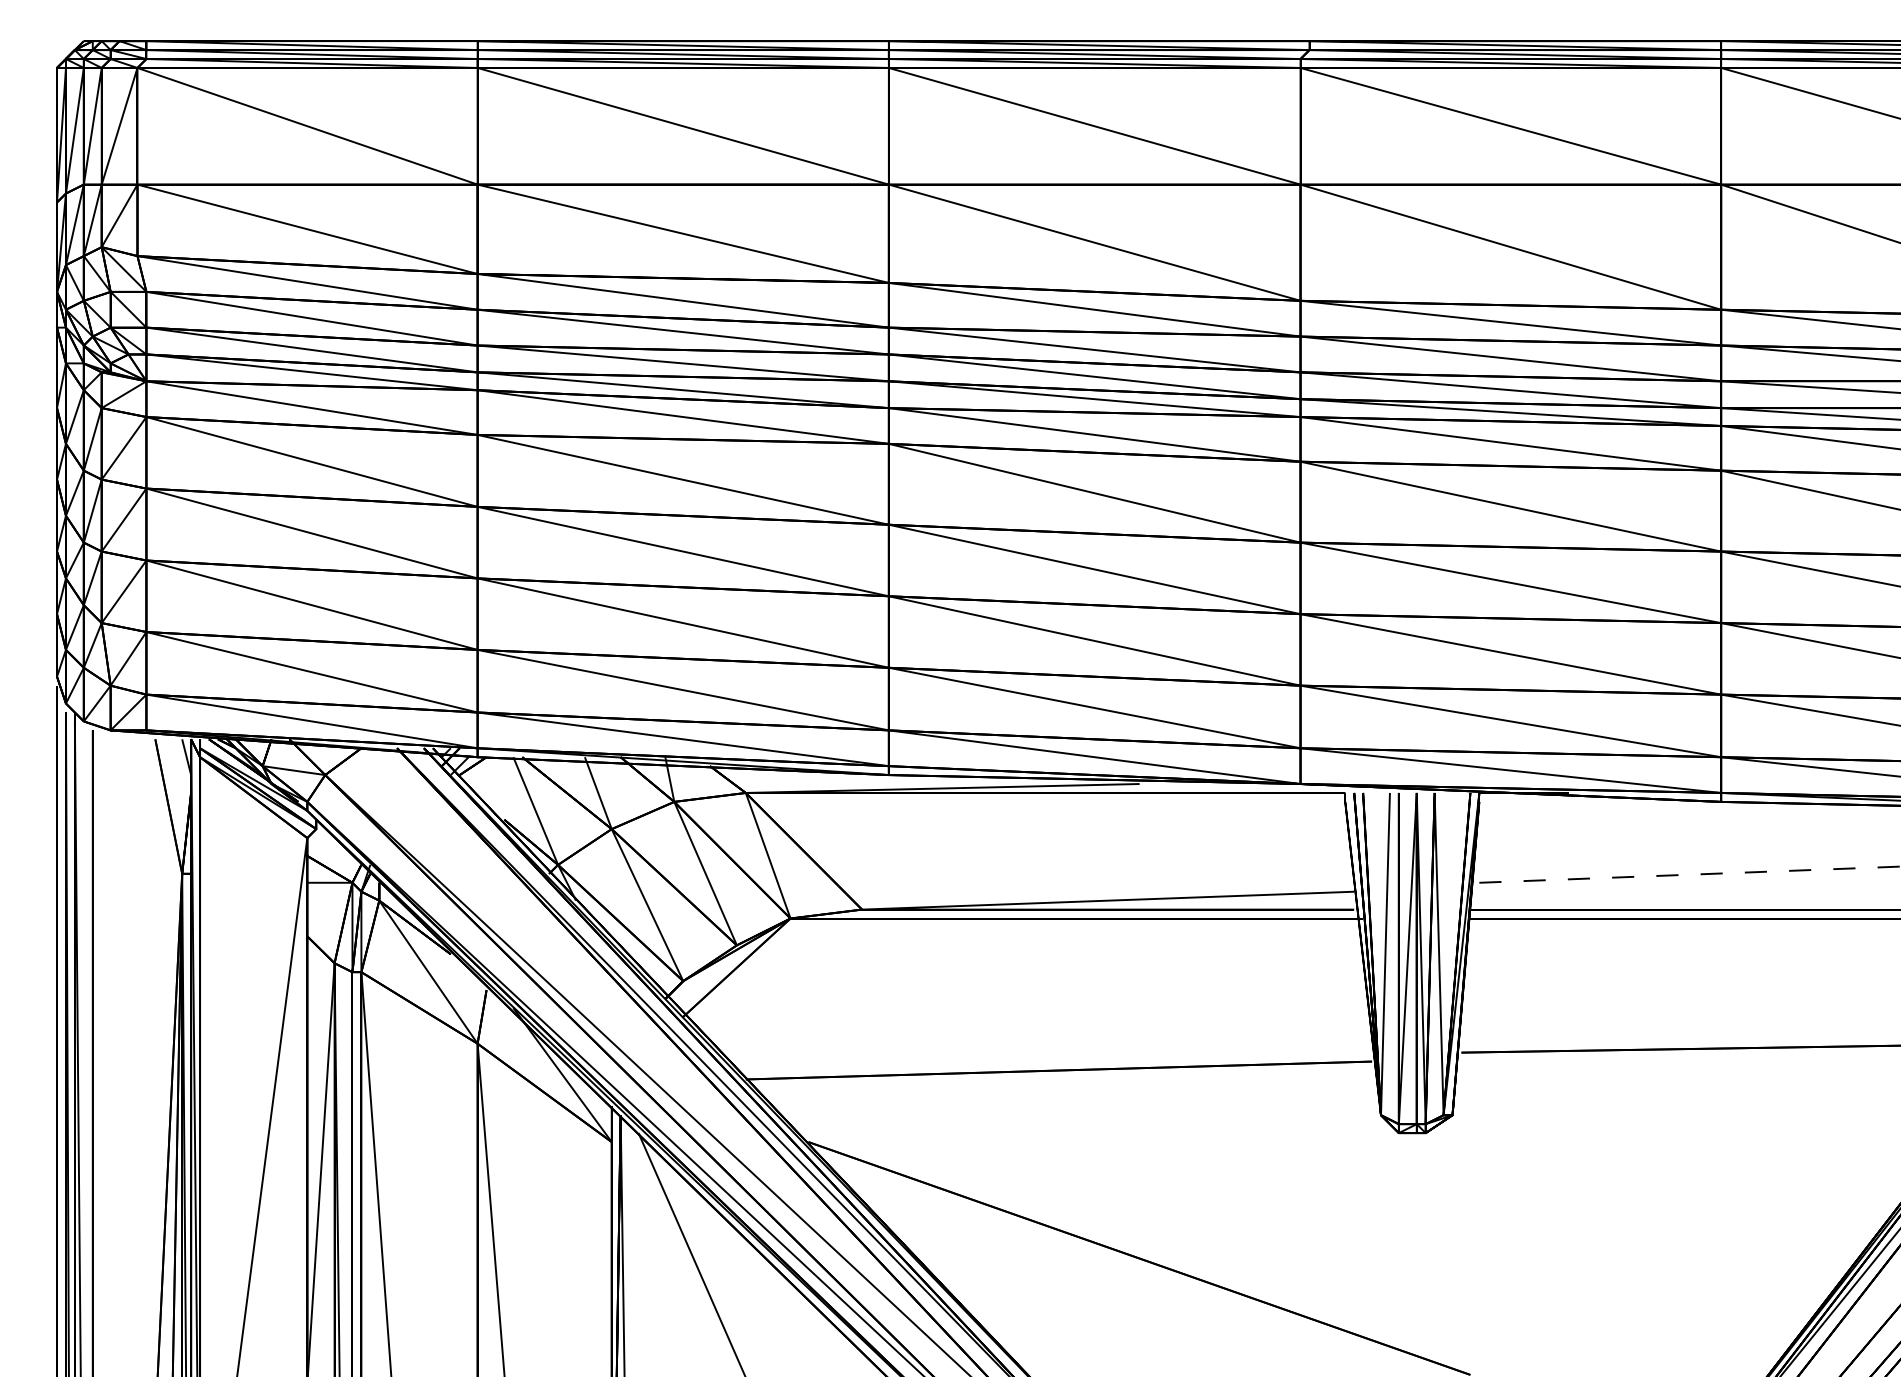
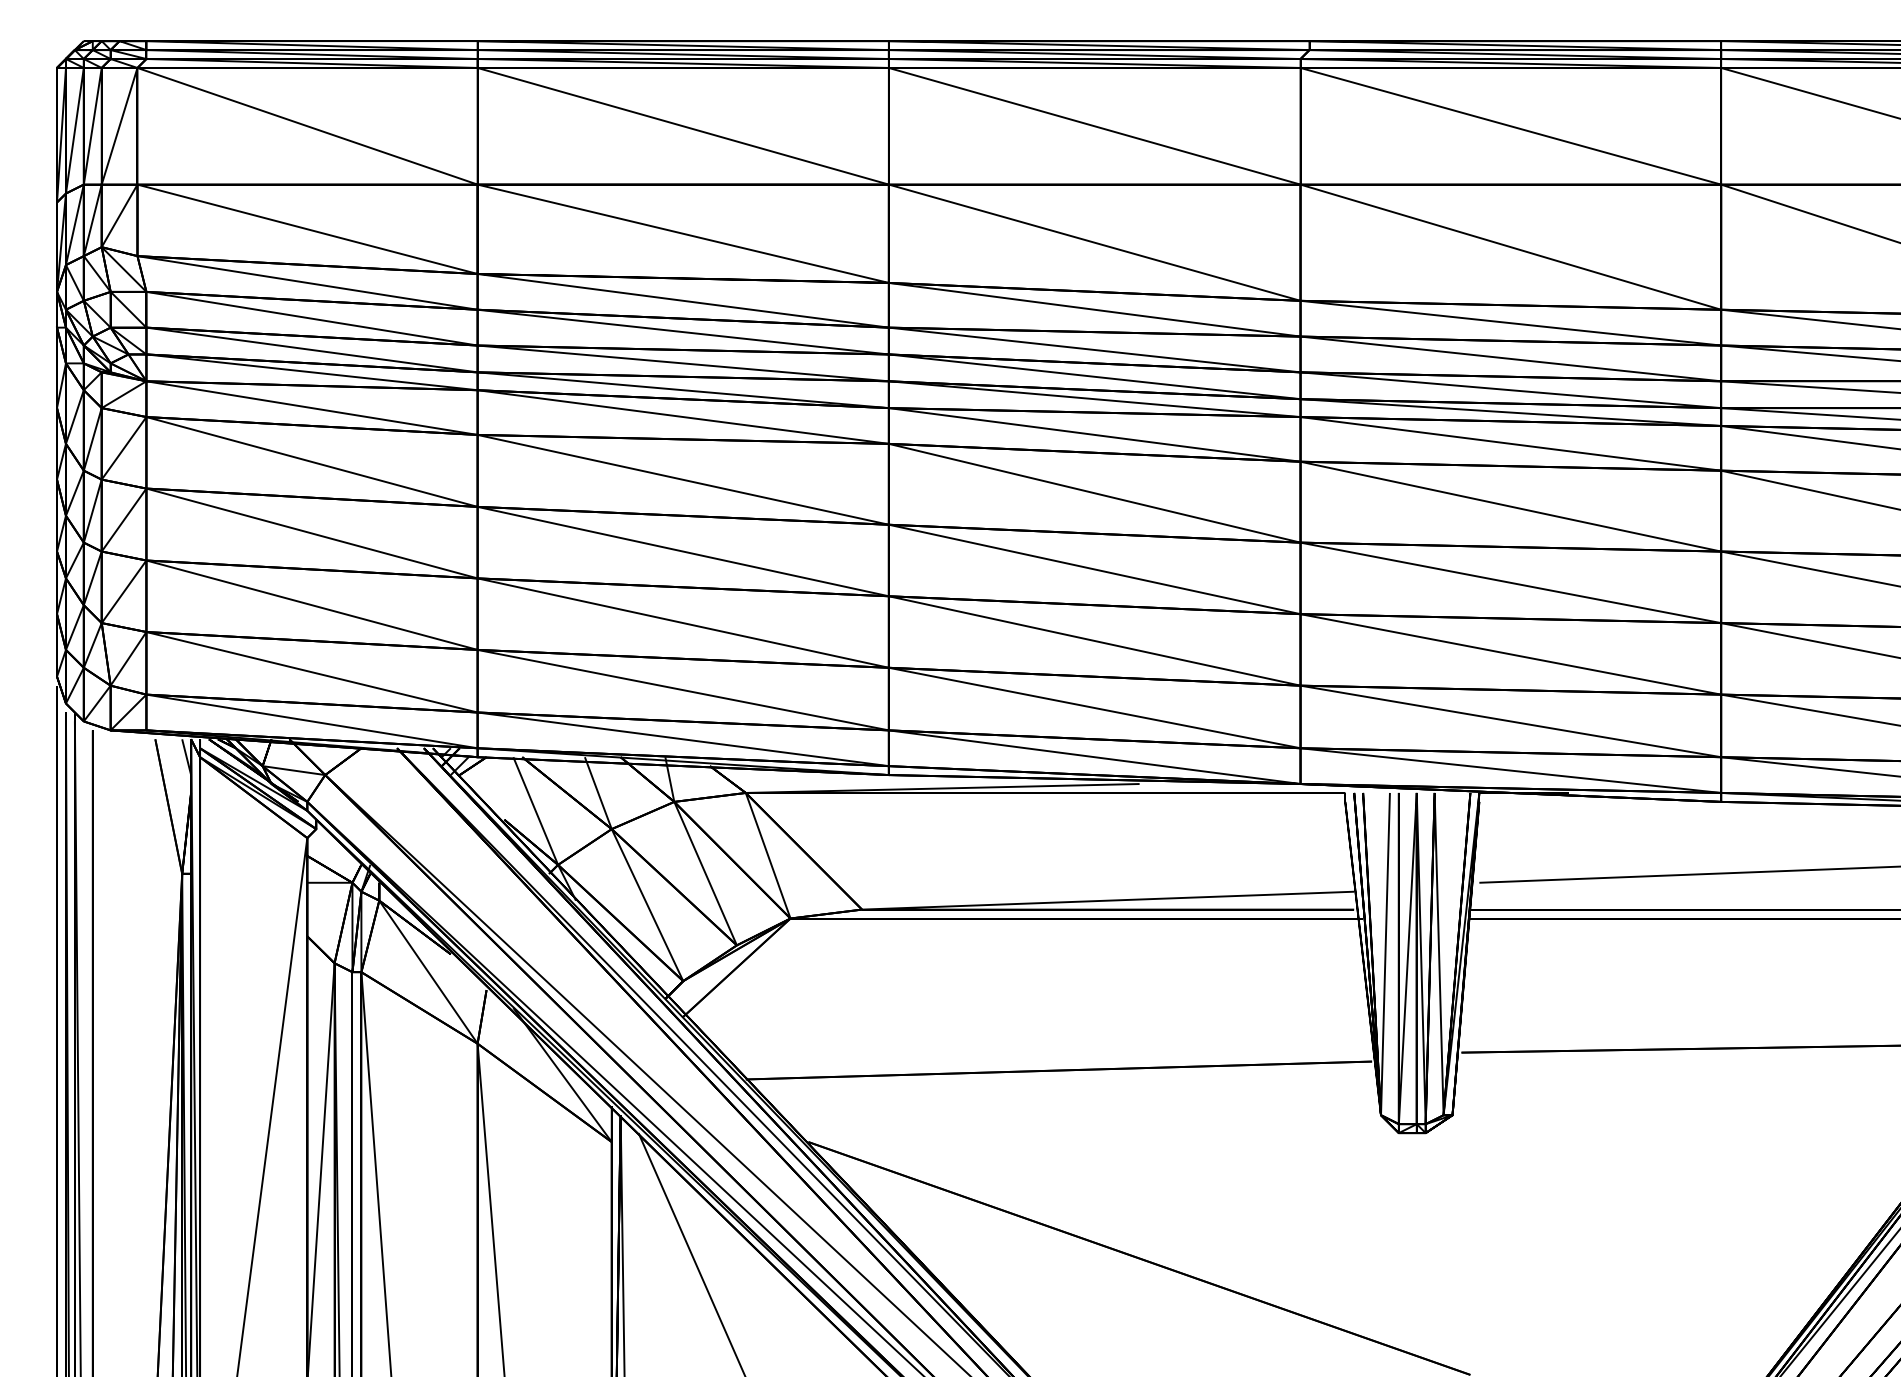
line at (1689, 874): dashed -> solid
